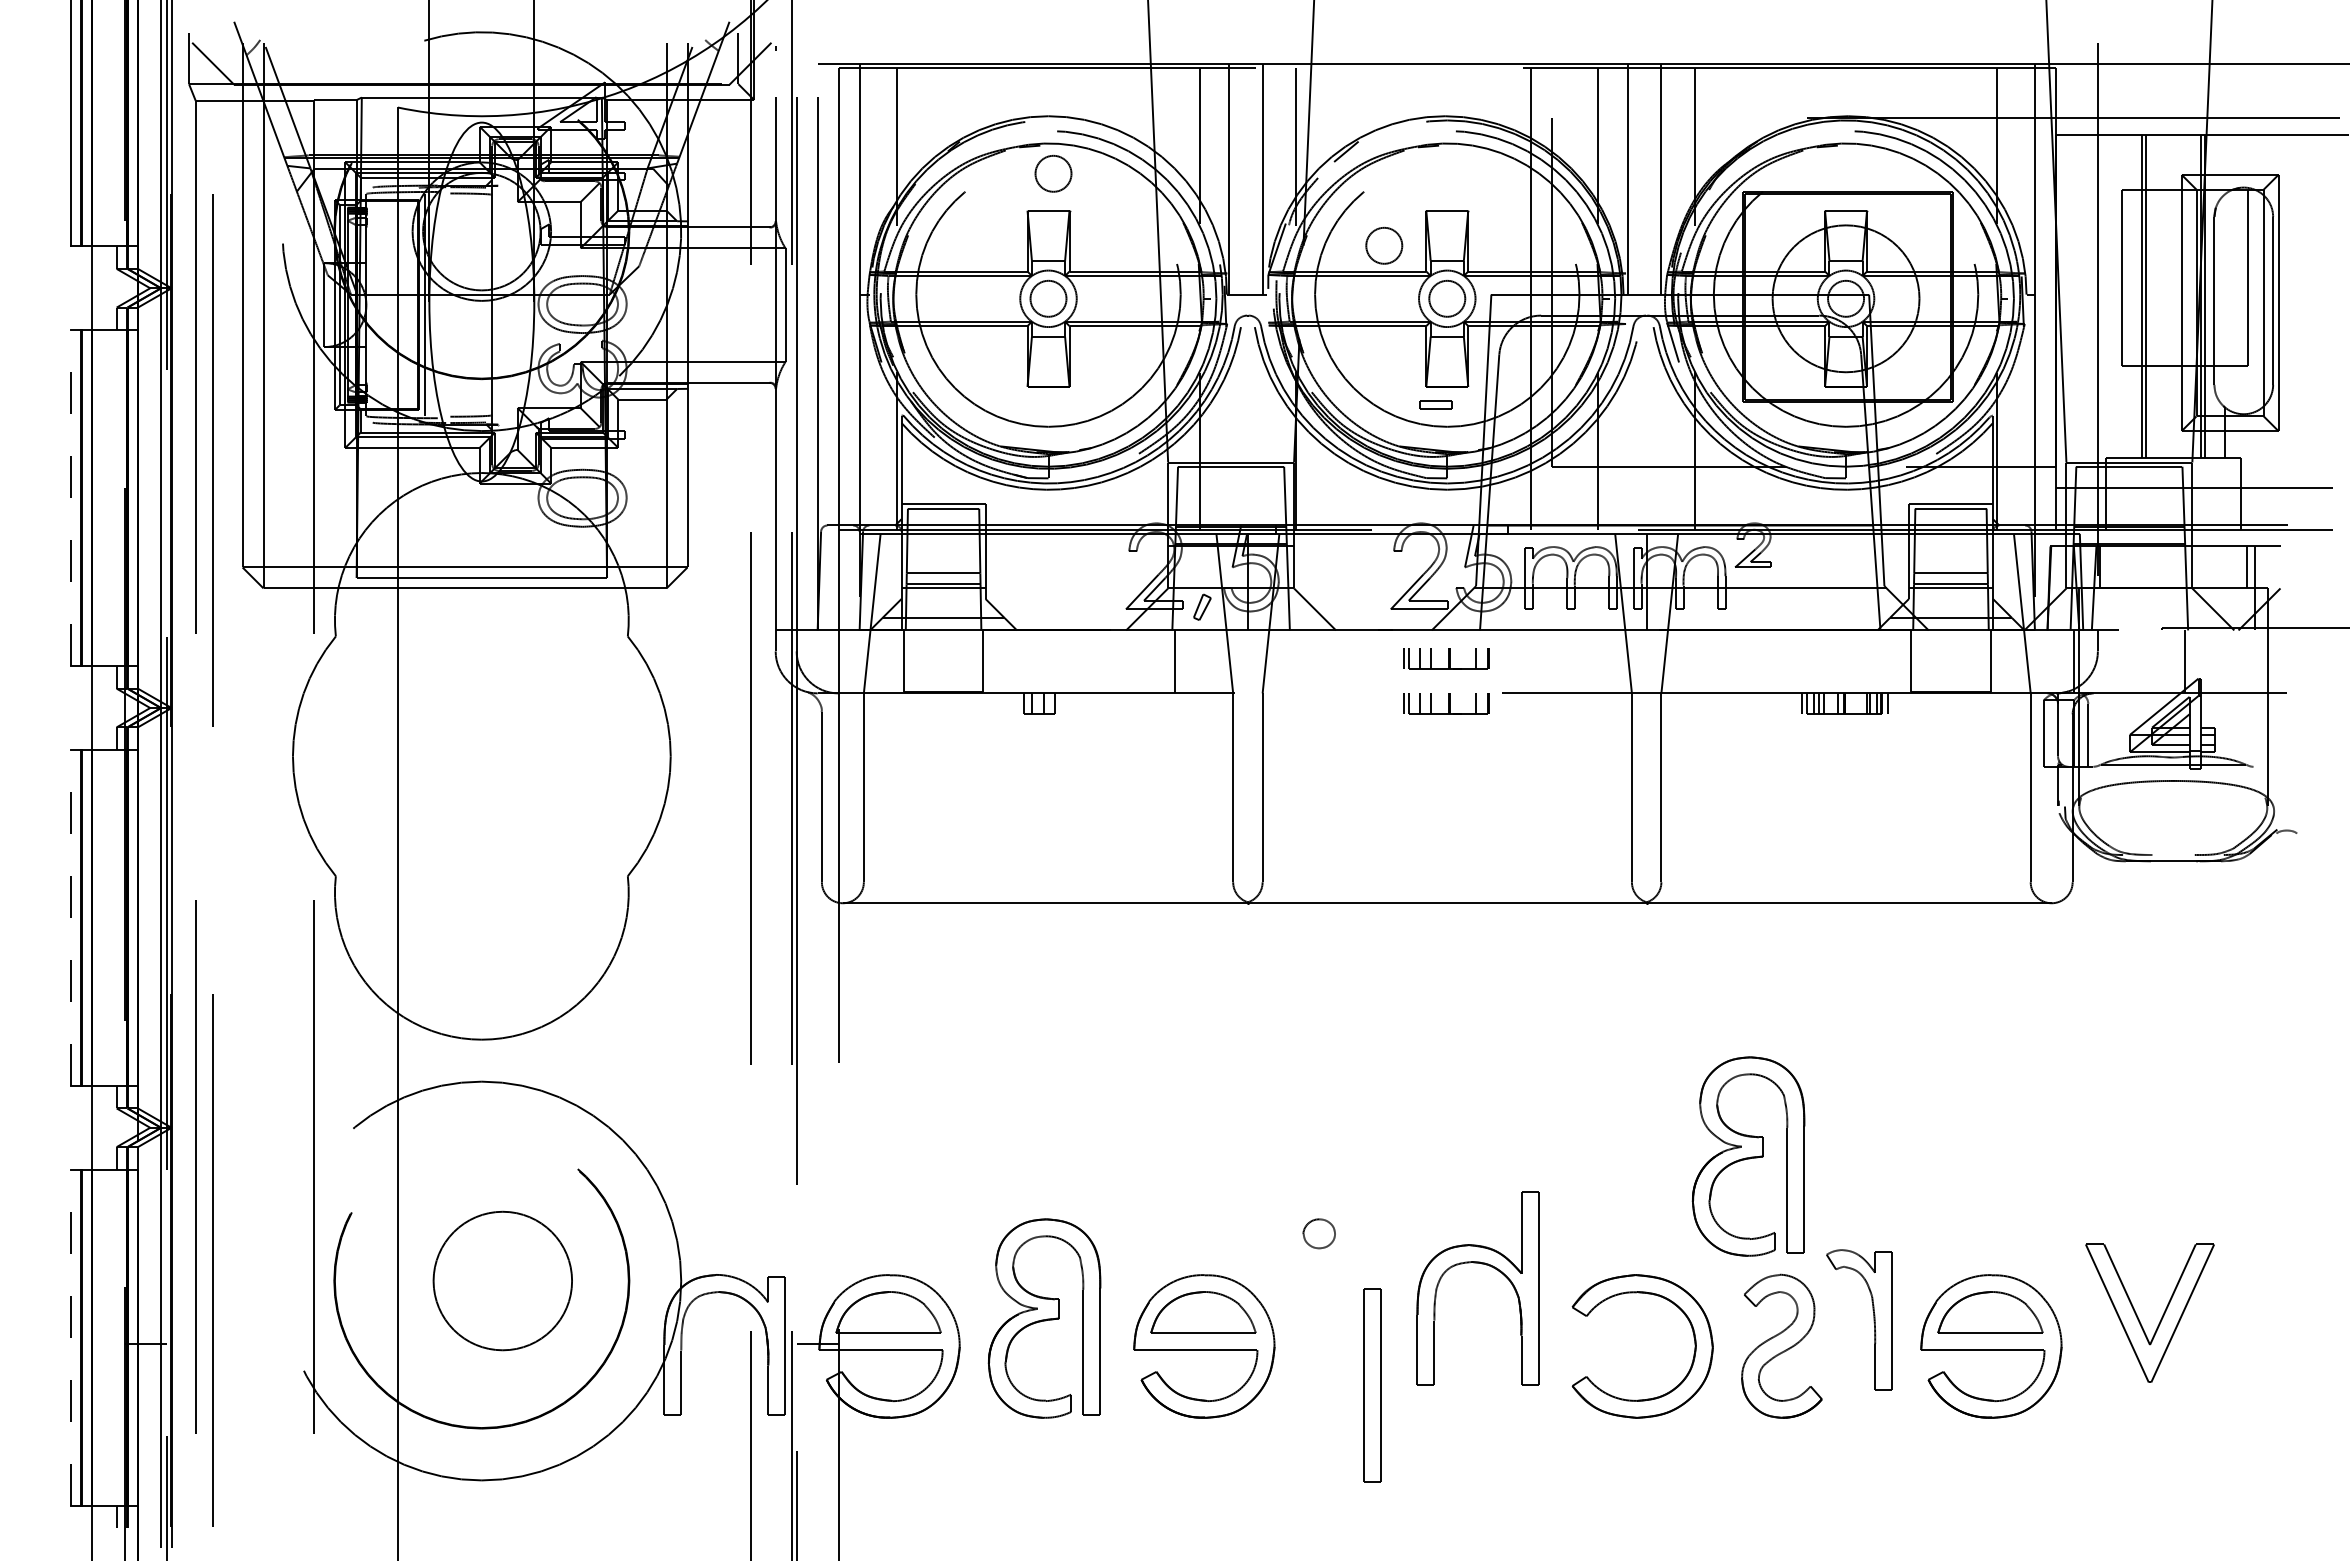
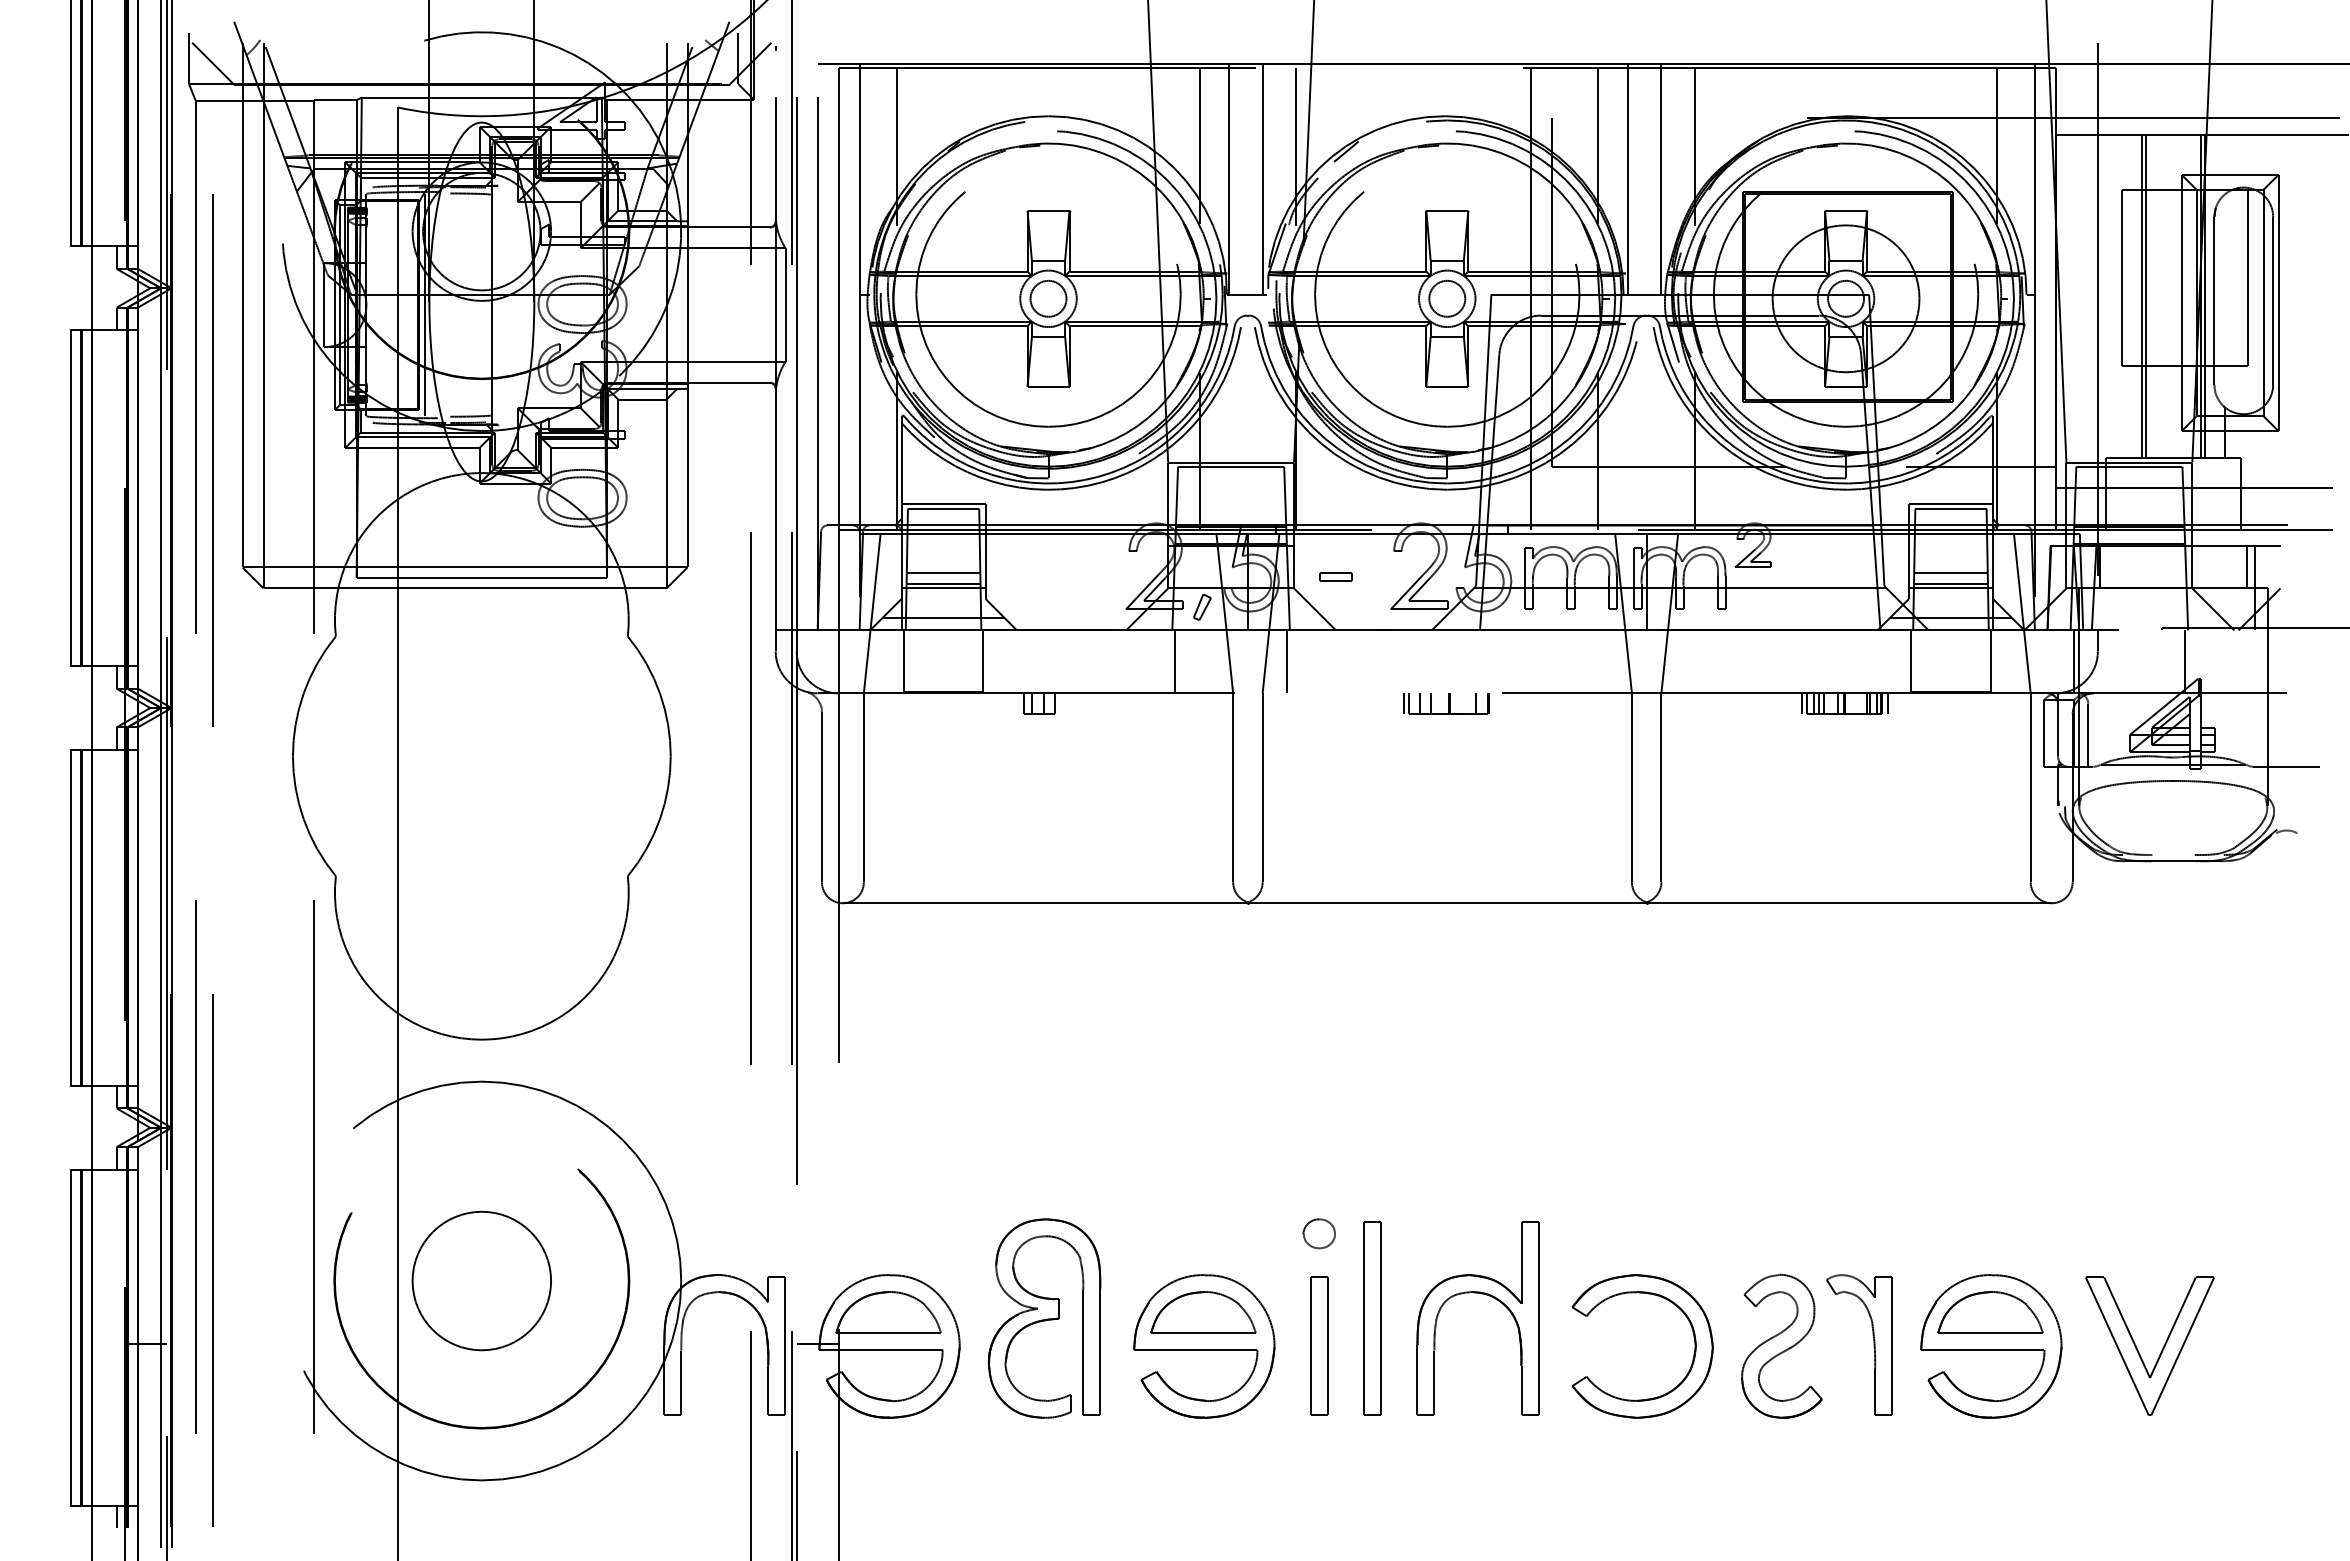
circle at (1053, 173): present -> none
circle at (1384, 245): present -> none
part at (1435, 404) position: (1435, 404) -> (1335, 576)
line at (70, 498): dashed -> solid
part at (1446, 658): present -> none
line at (1286, 661): none -> present
line at (2286, 766): none -> present
line at (70, 917): dashed -> solid
part at (1748, 1156): present -> none
part at (1481, 1264) position: (1481, 1264) -> (1481, 1294)
circle at (502, 1280) position: (502, 1280) -> (481, 1280)
part at (2138, 1316) position: (2138, 1316) -> (2138, 1349)
part at (1873, 1319) position: (1873, 1319) -> (1873, 1344)
line at (70, 1337): dashed -> solid
part at (1319, 1345): none -> present
part at (1372, 1385) position: (1372, 1385) -> (1372, 1318)
